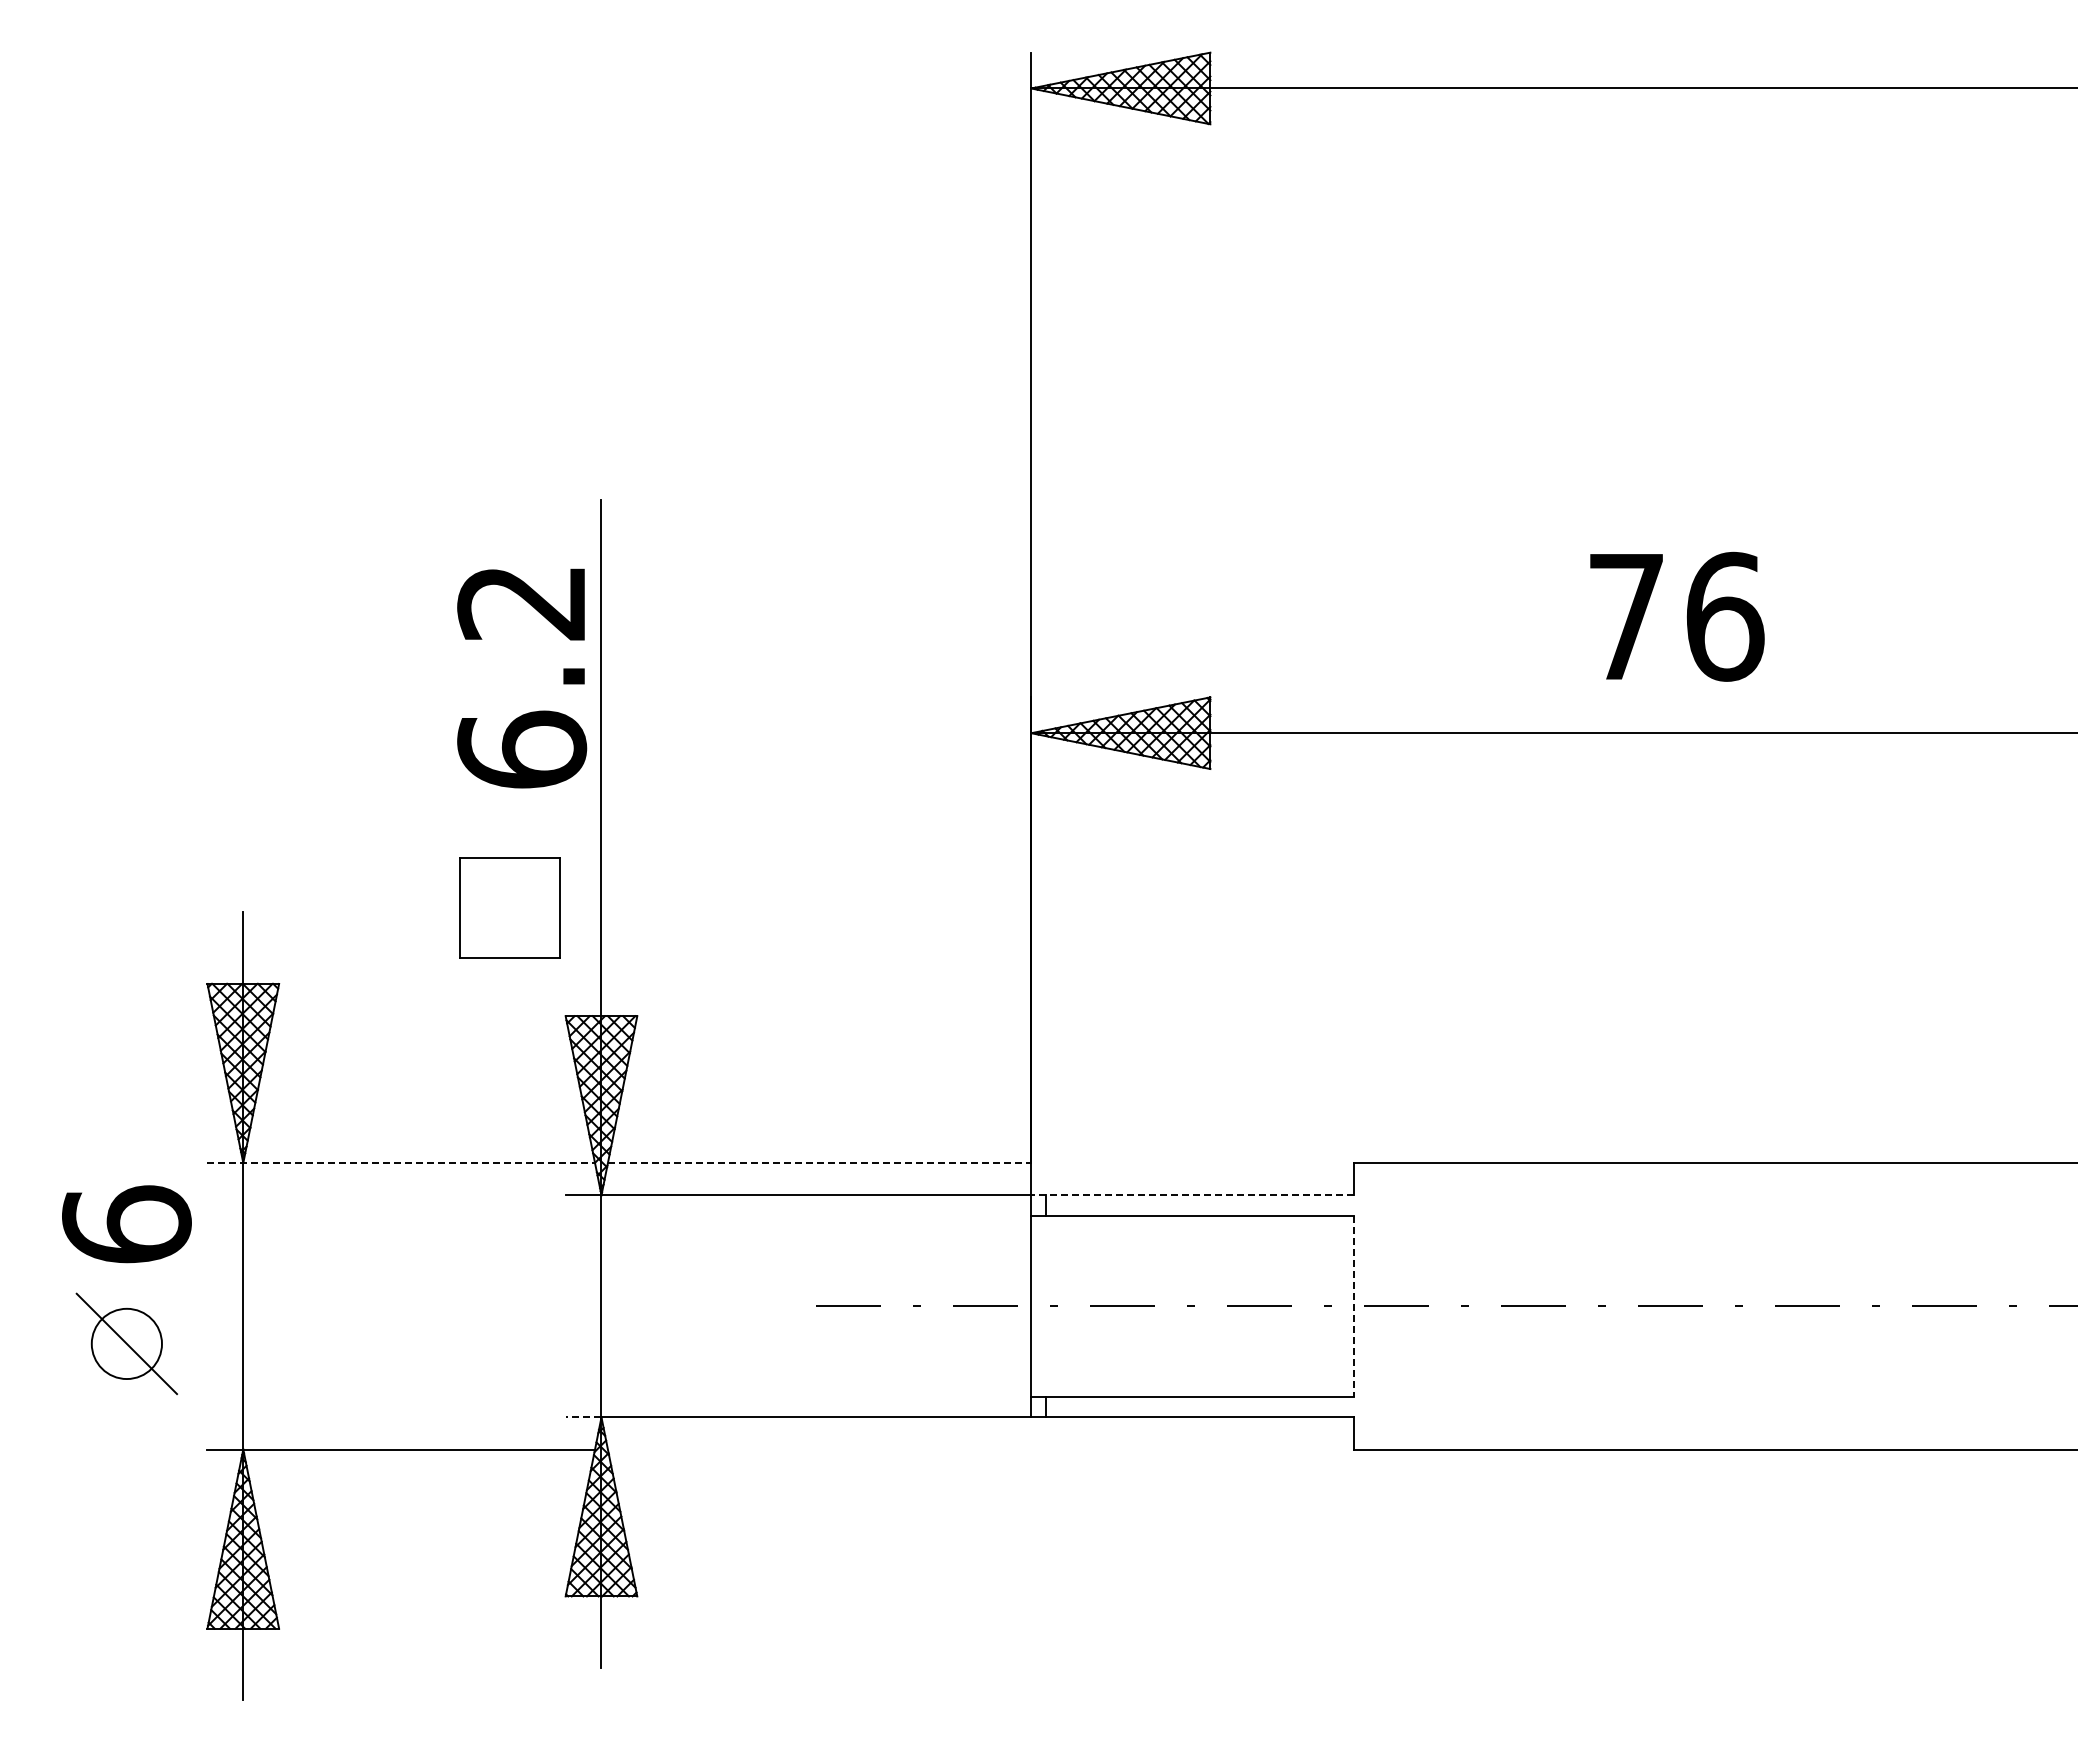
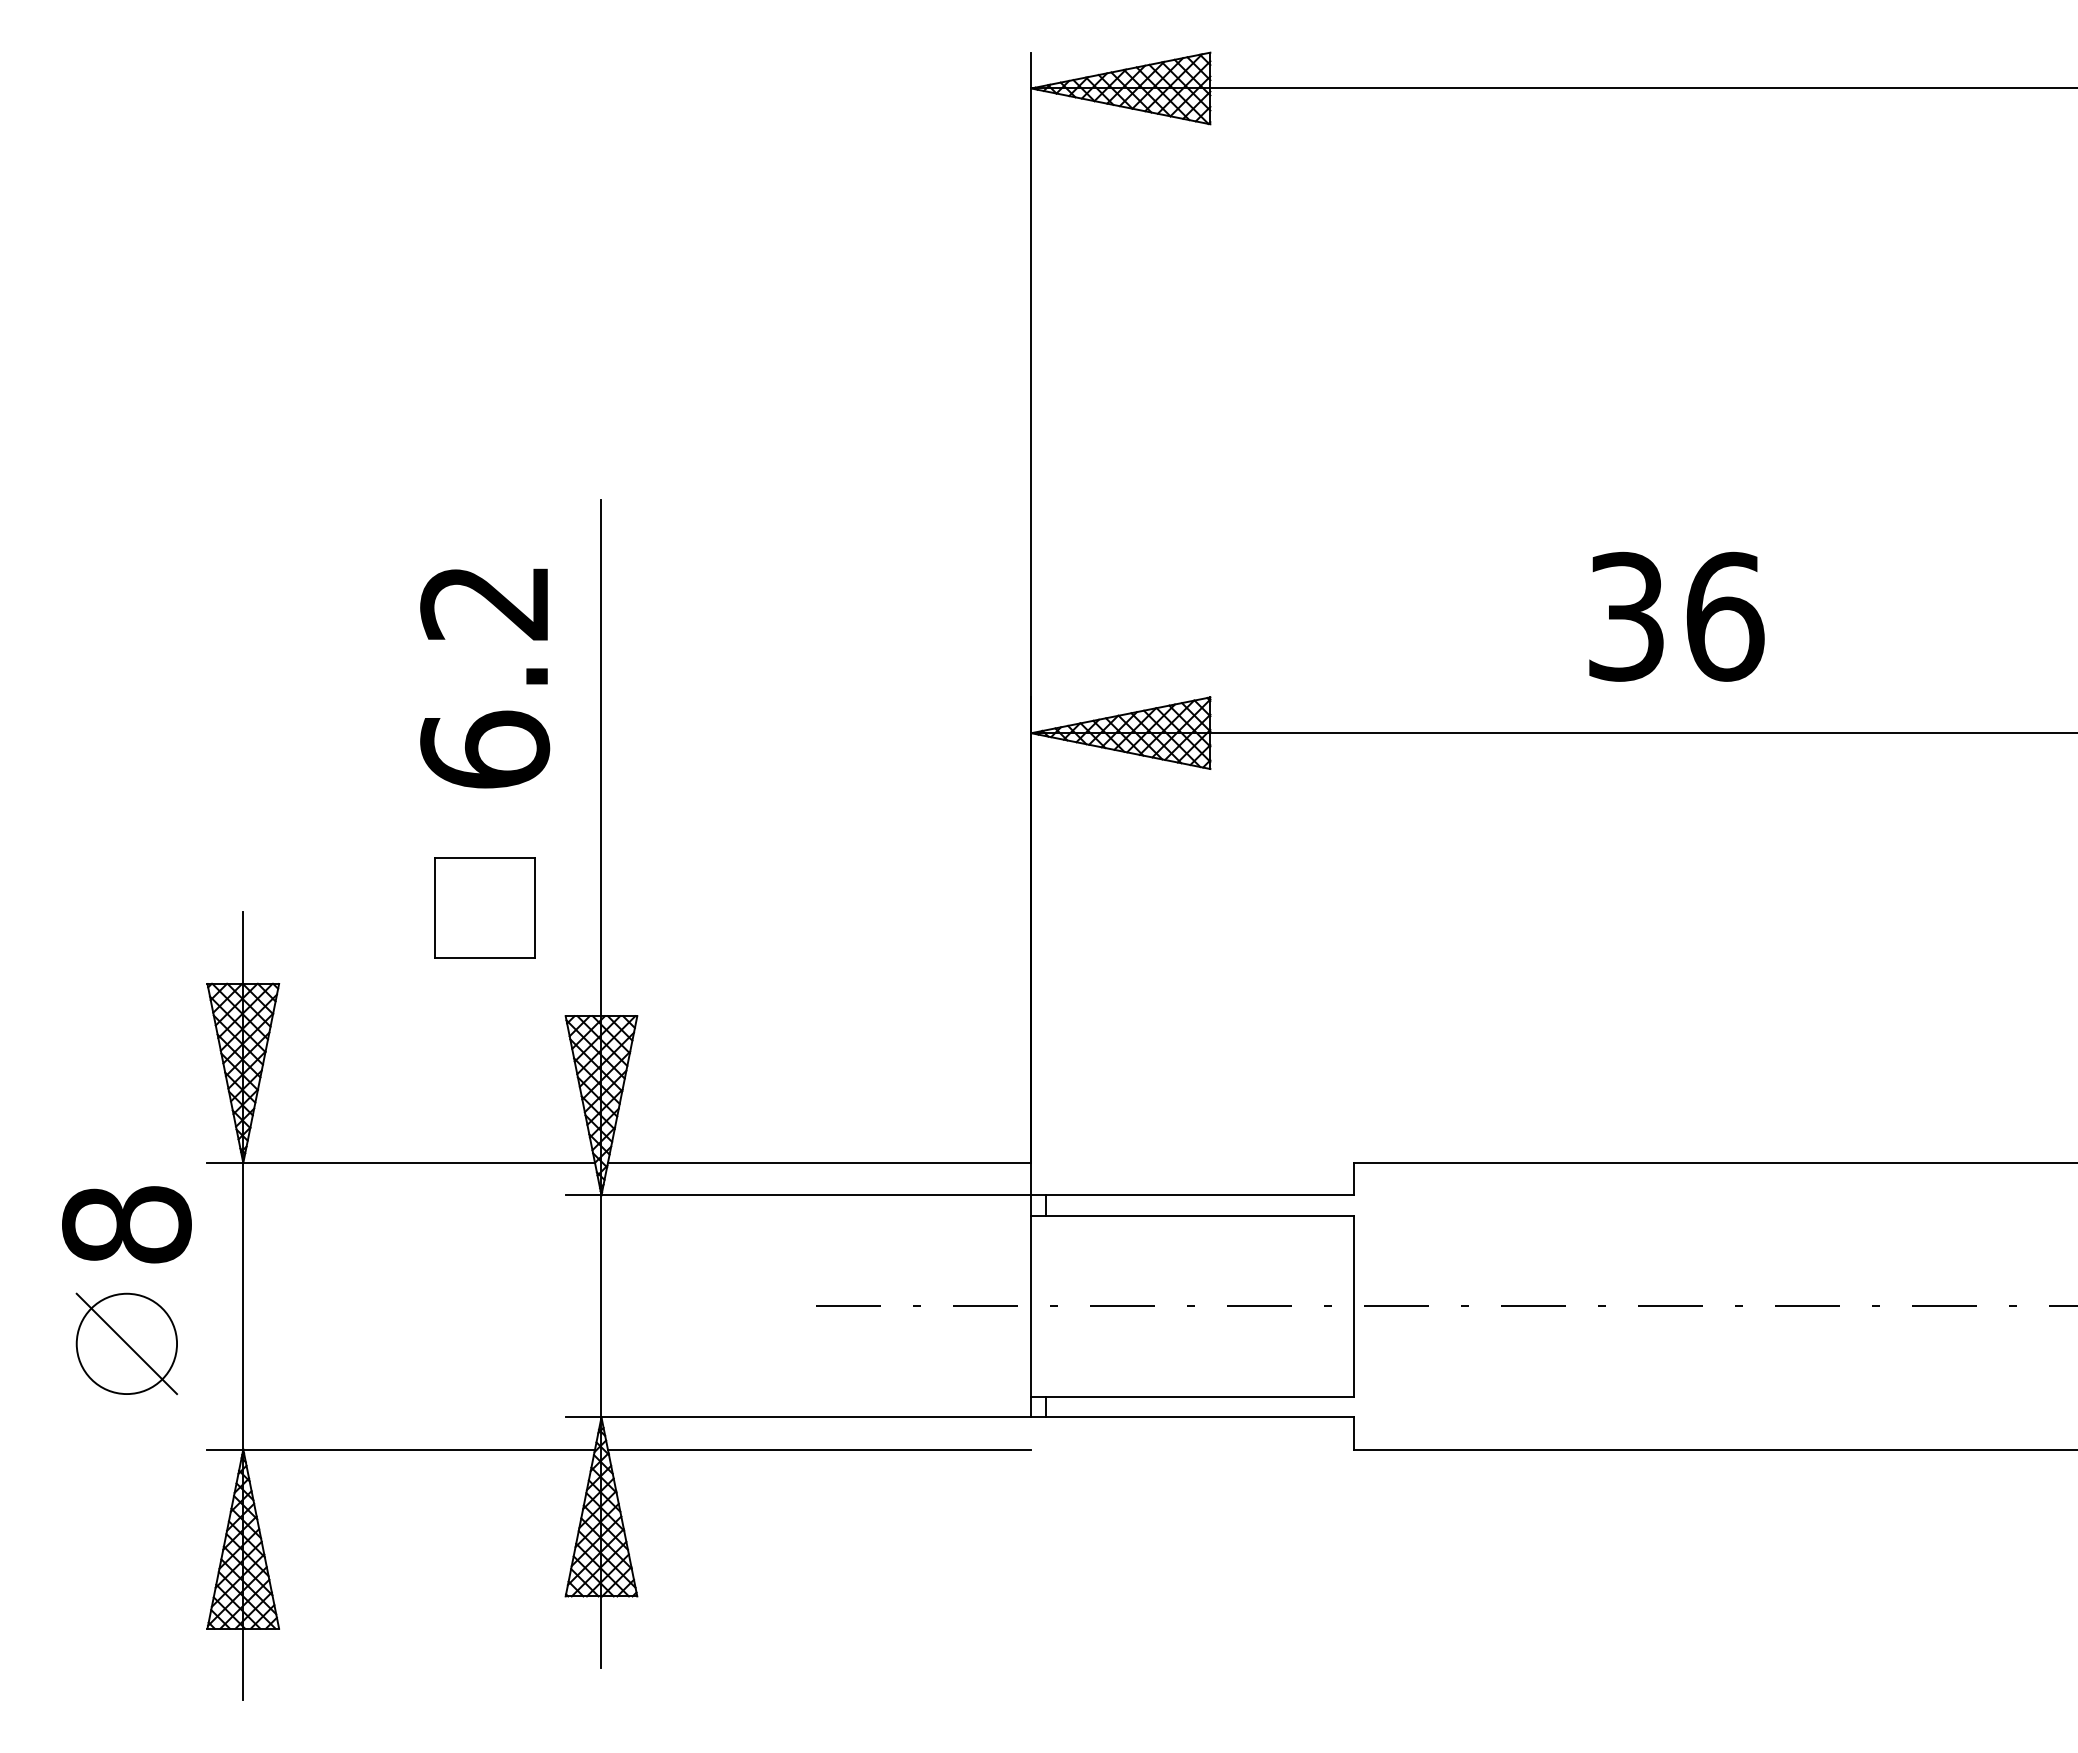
text at (1626, 616): 76 -> 36
text at (522, 678) position: (522, 678) -> (485, 678)
part at (509, 907) position: (509, 907) -> (484, 907)
line at (401, 1163): dashed -> solid
line at (819, 1163): dashed -> solid
line at (1191, 1195): dashed -> solid
text at (126, 1224): 6 -> 8
line at (1353, 1306): dashed -> solid
circle at (126, 1343) diameter: 70 px -> 100 px
line at (583, 1417): dashed -> solid
line at (819, 1449): none -> present
